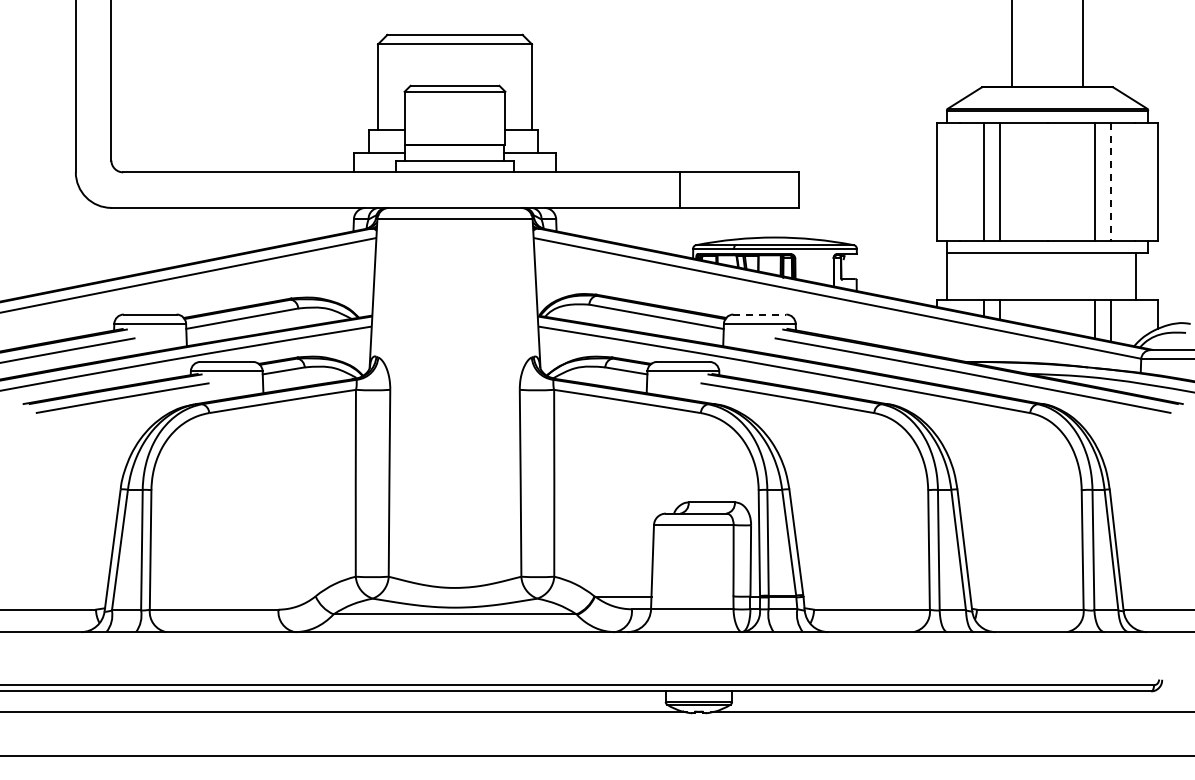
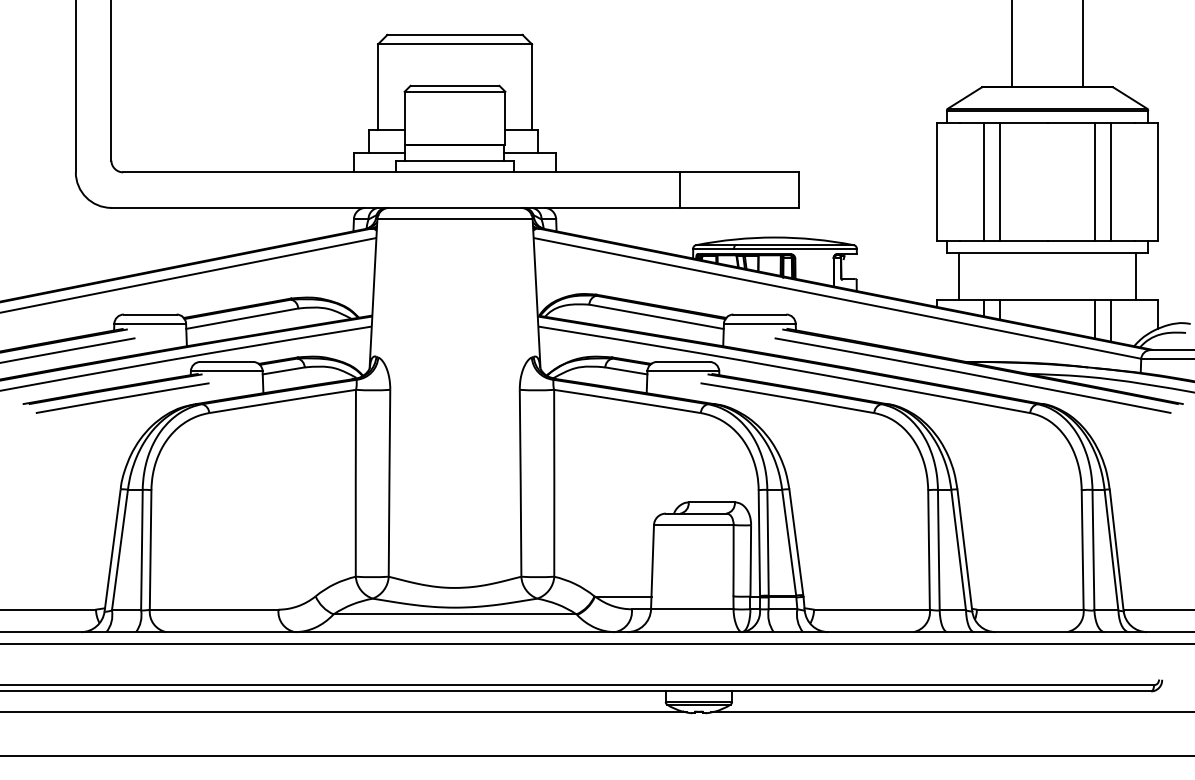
line at (1111, 182): dashed -> solid
line at (946, 276) position: (946, 276) -> (958, 276)
line at (760, 314): dashed -> solid
line at (596, 643): none -> present
